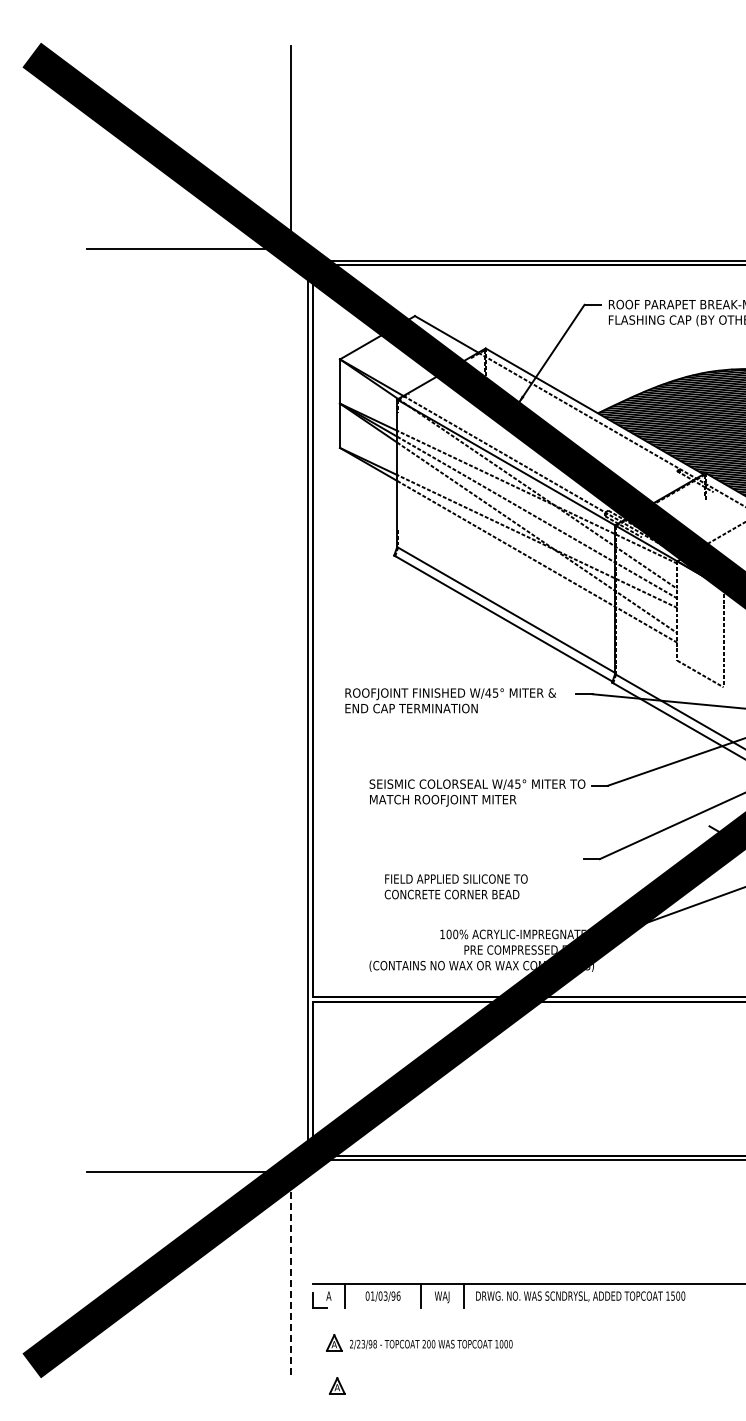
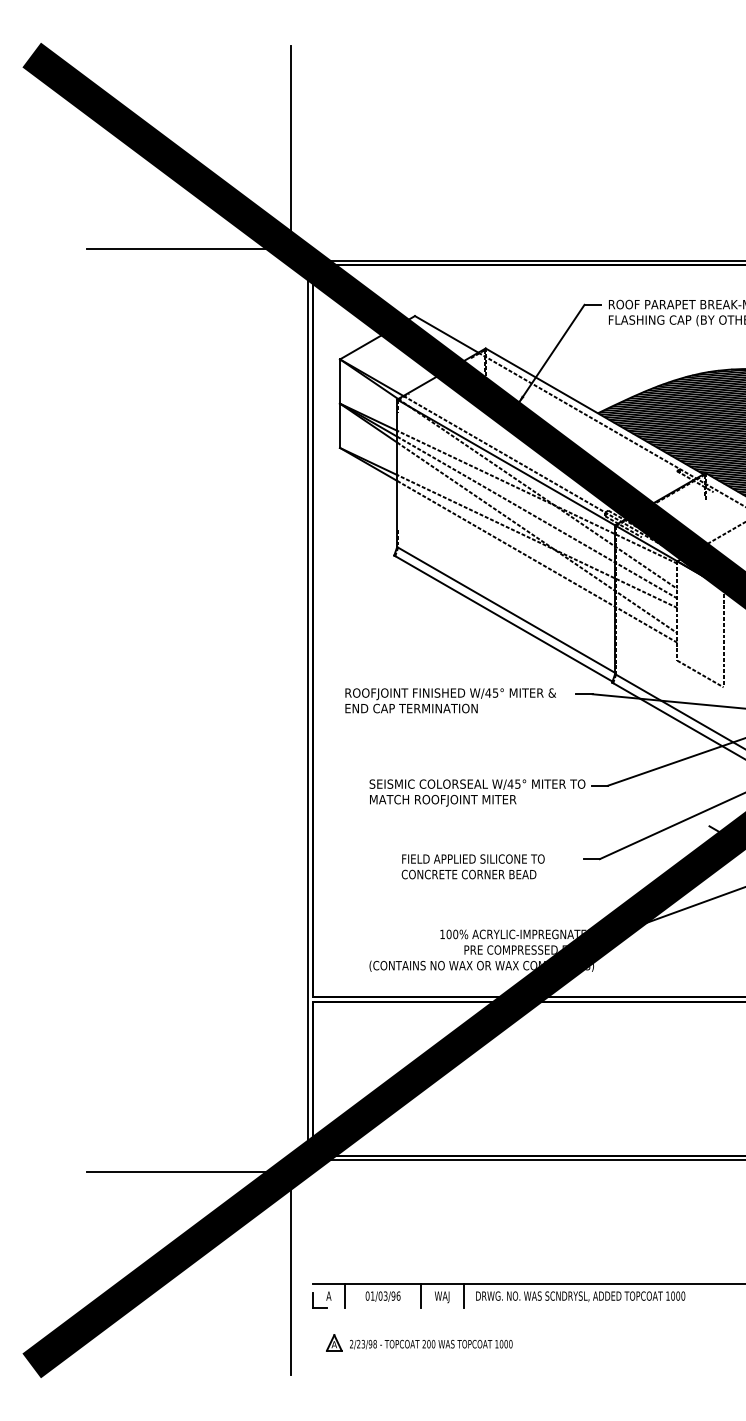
text at (455, 886) position: (455, 886) -> (472, 866)
line at (290, 1273): dashed -> solid
text at (673, 1295): 1500 -> 1000
part at (337, 1385): present -> none
